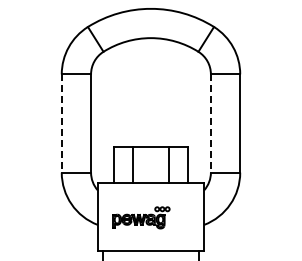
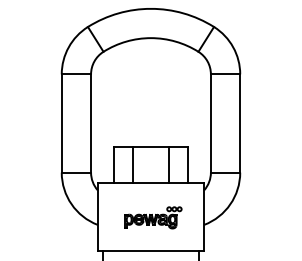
line at (61, 124): dashed -> solid
line at (210, 124): dashed -> solid
part at (141, 217) position: (141, 217) -> (153, 217)
